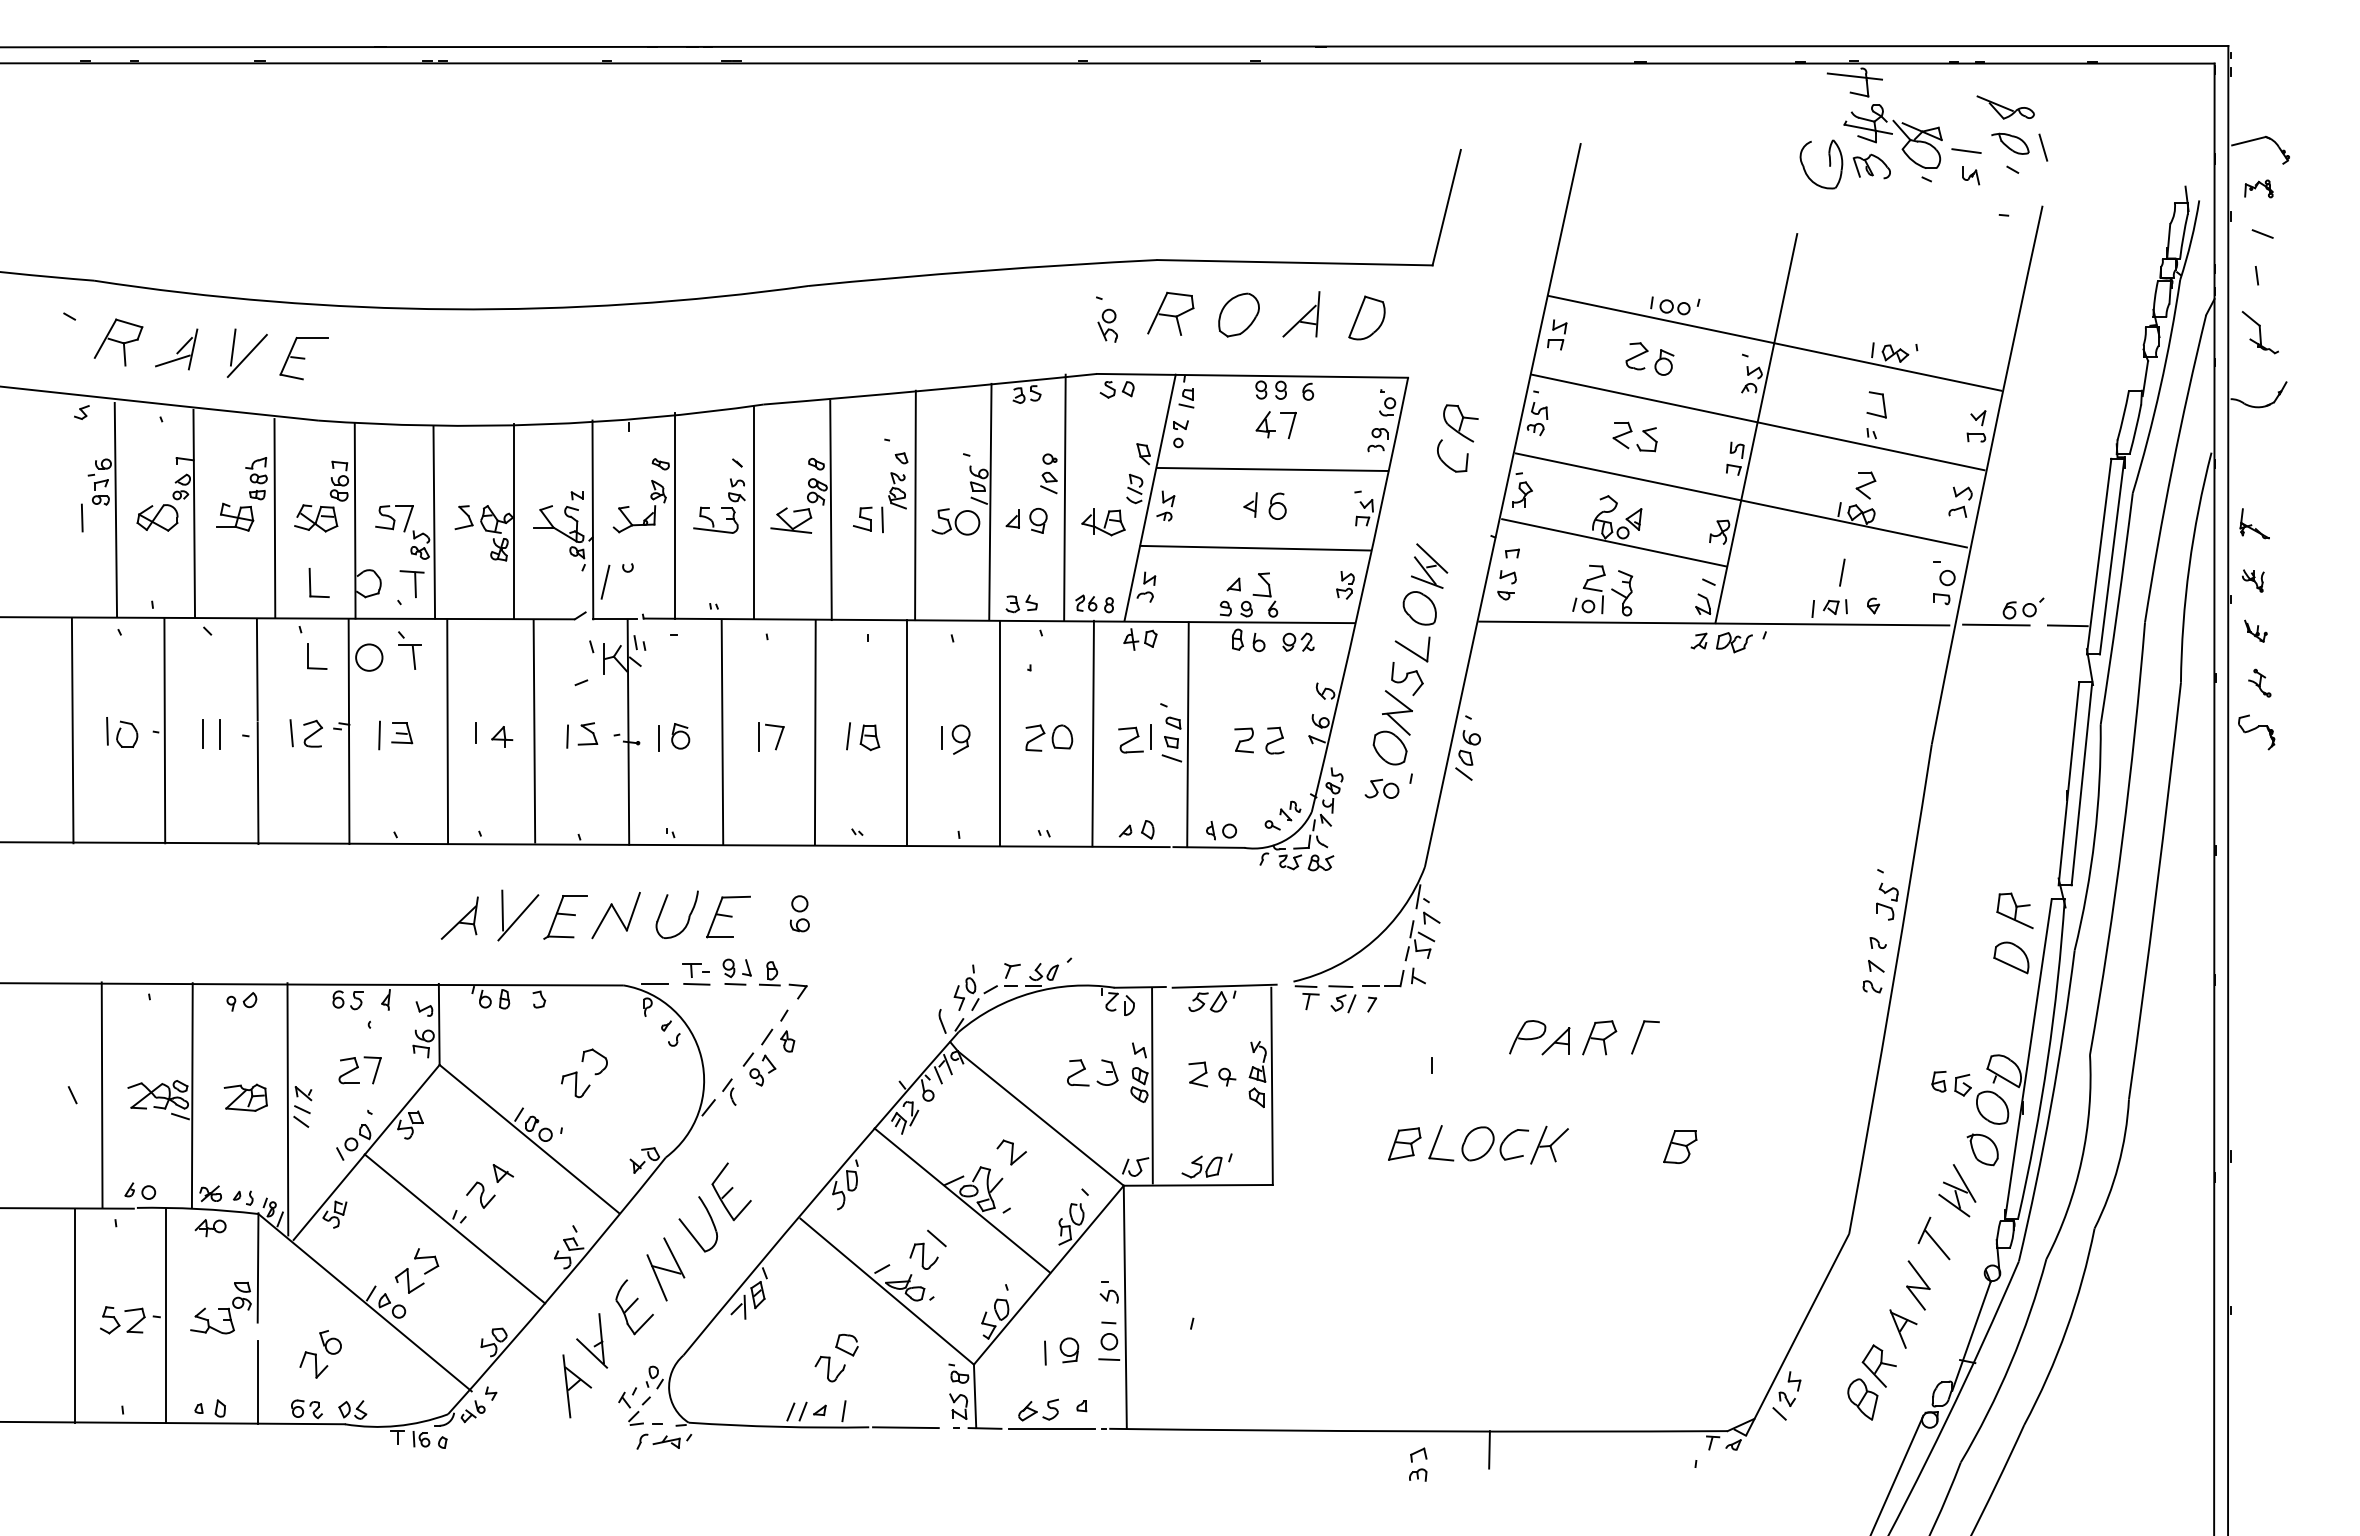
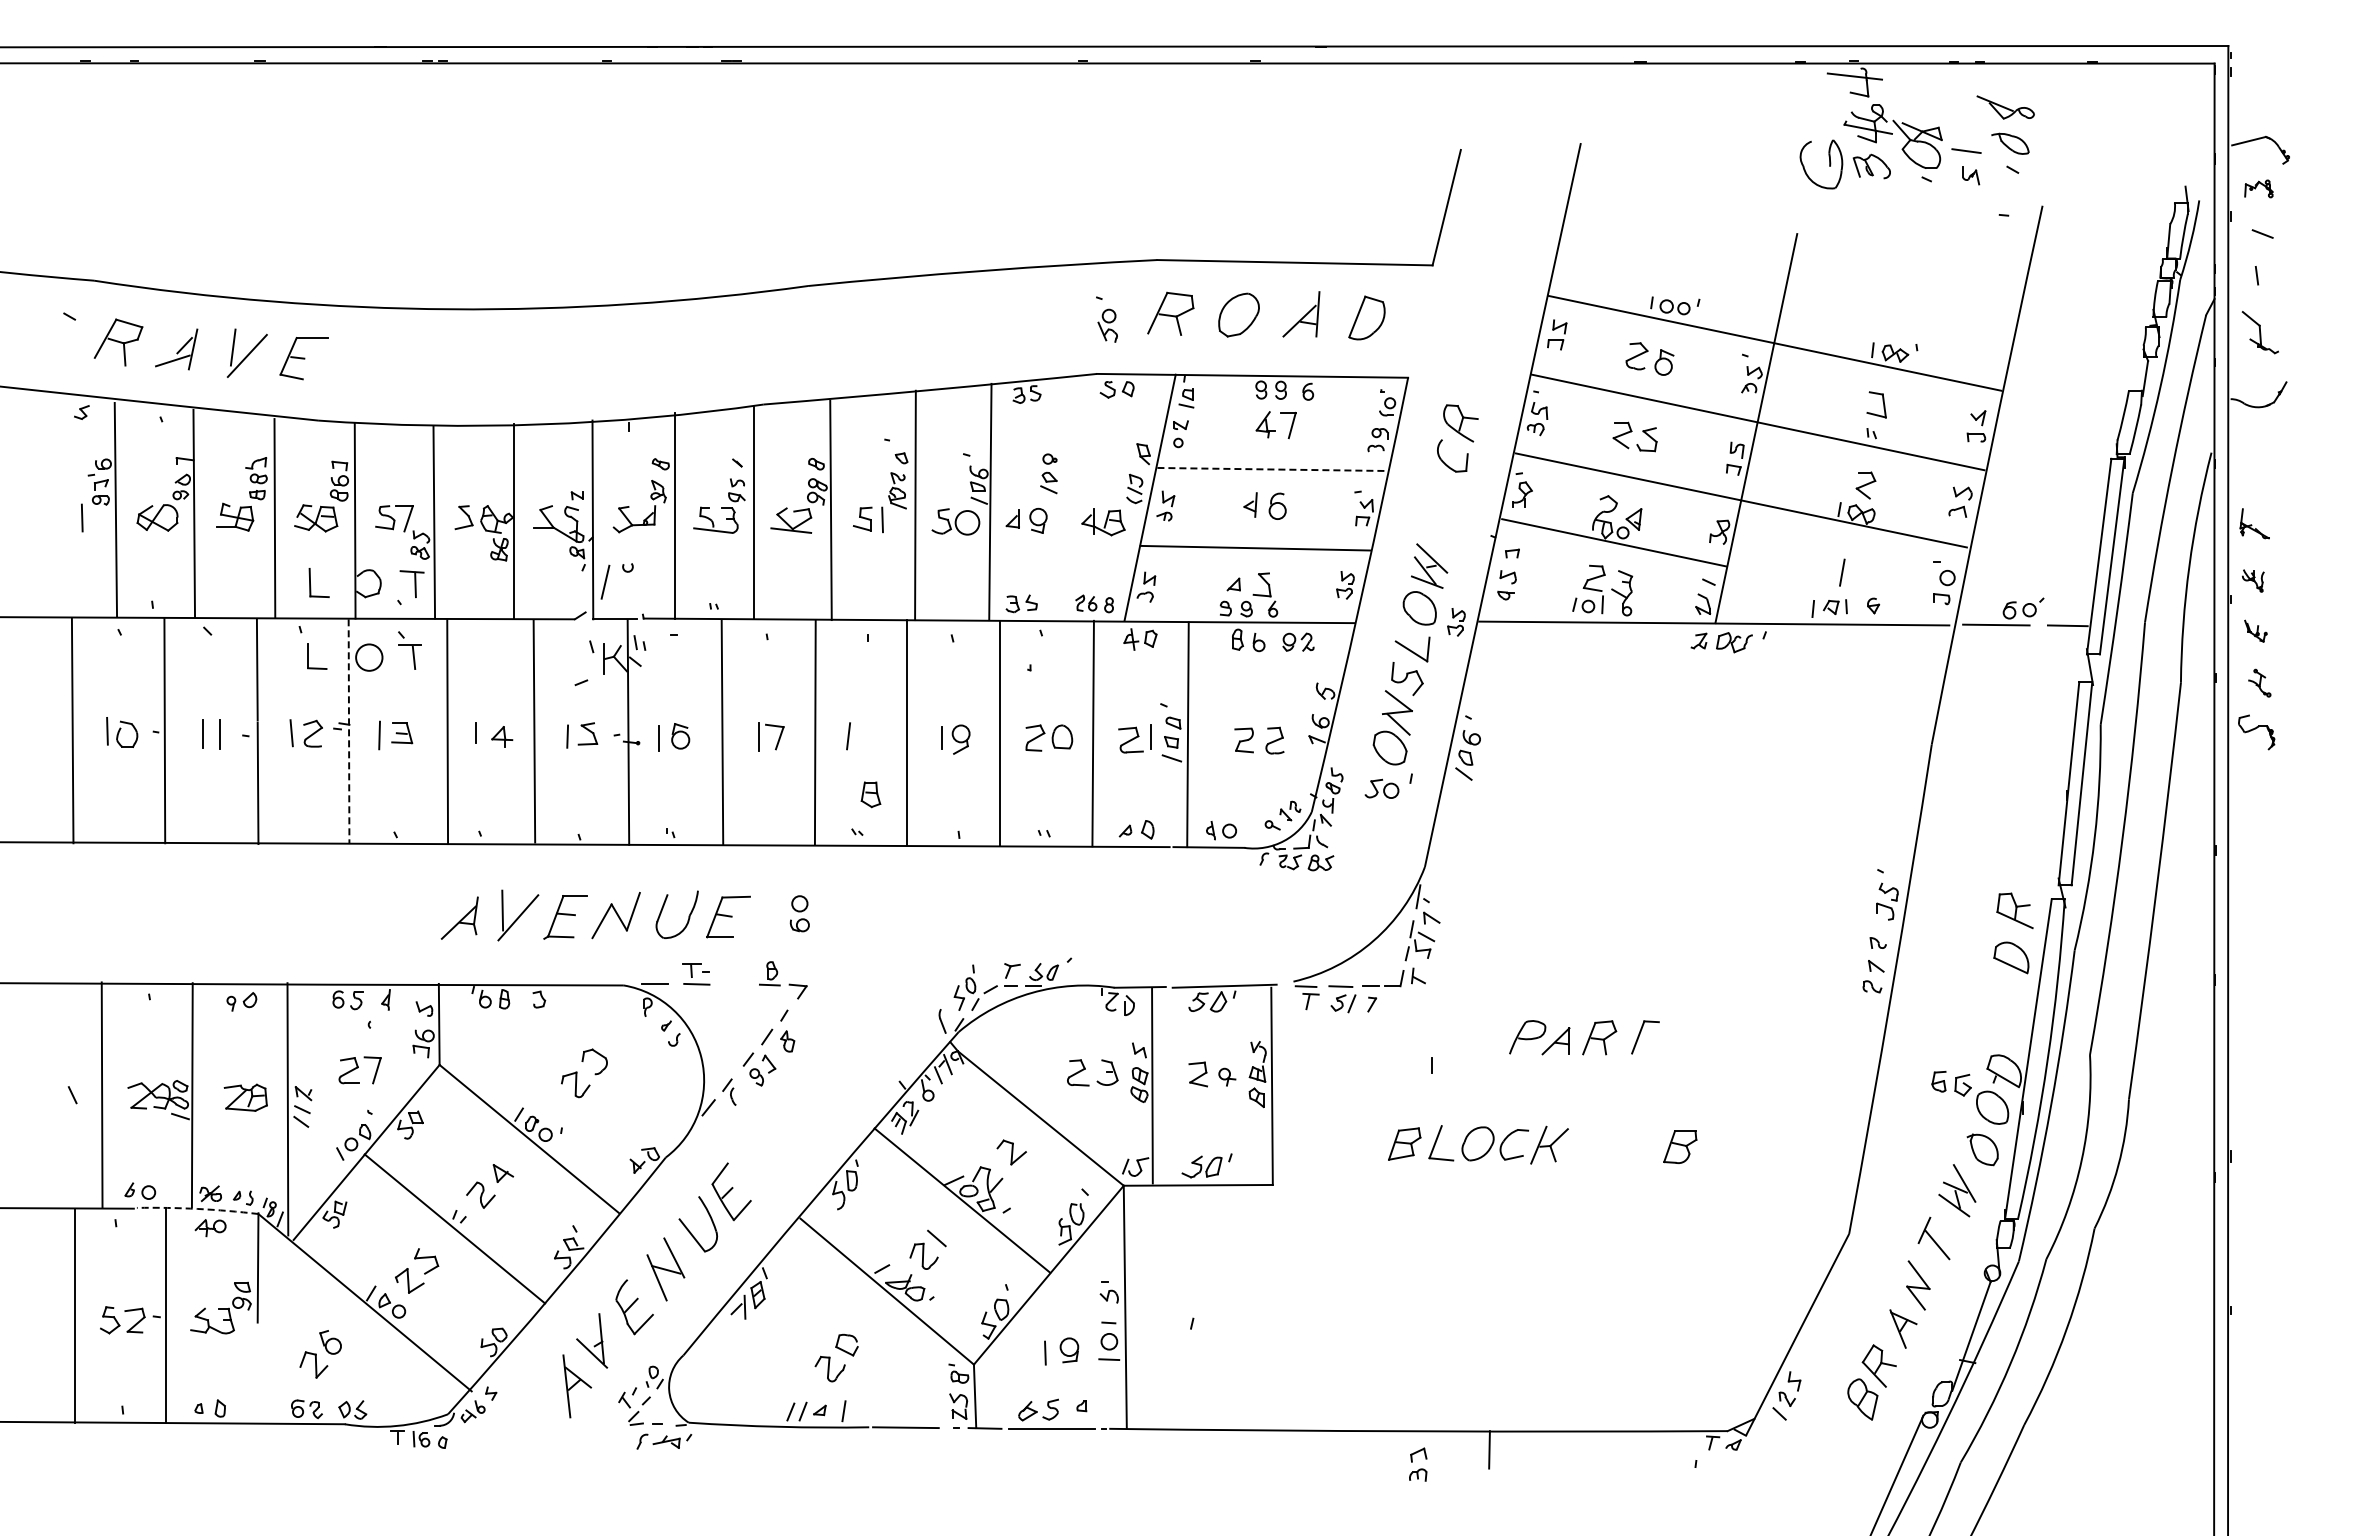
line at (2043, 147): present -> none
line at (1273, 469): solid -> dashed
line at (1064, 497): present -> none
part at (1456, 622): none -> present
line at (349, 732): solid -> dashed
part at (869, 737) position: (869, 737) -> (870, 794)
part at (736, 971): present -> none
arc at (197, 1208): solid -> dashed
line at (257, 1382): present -> none
